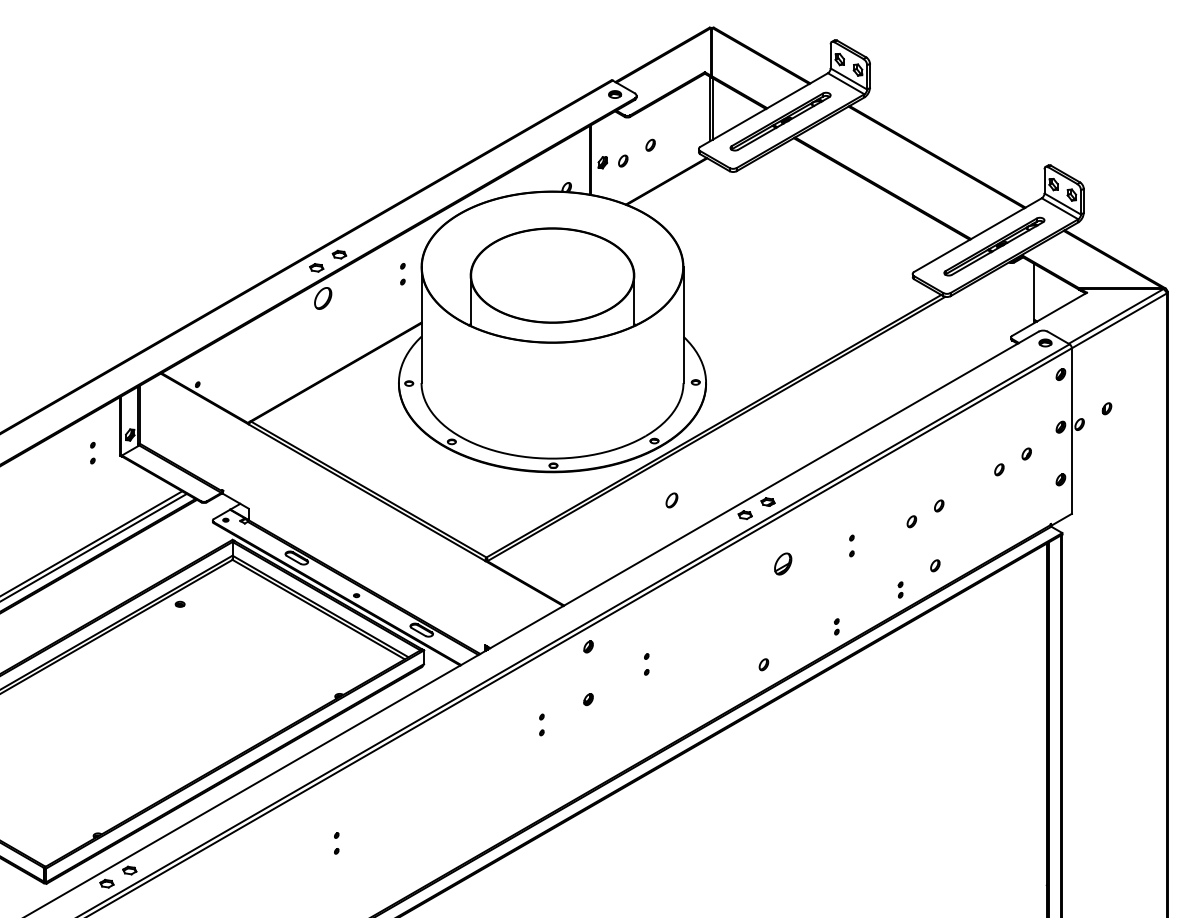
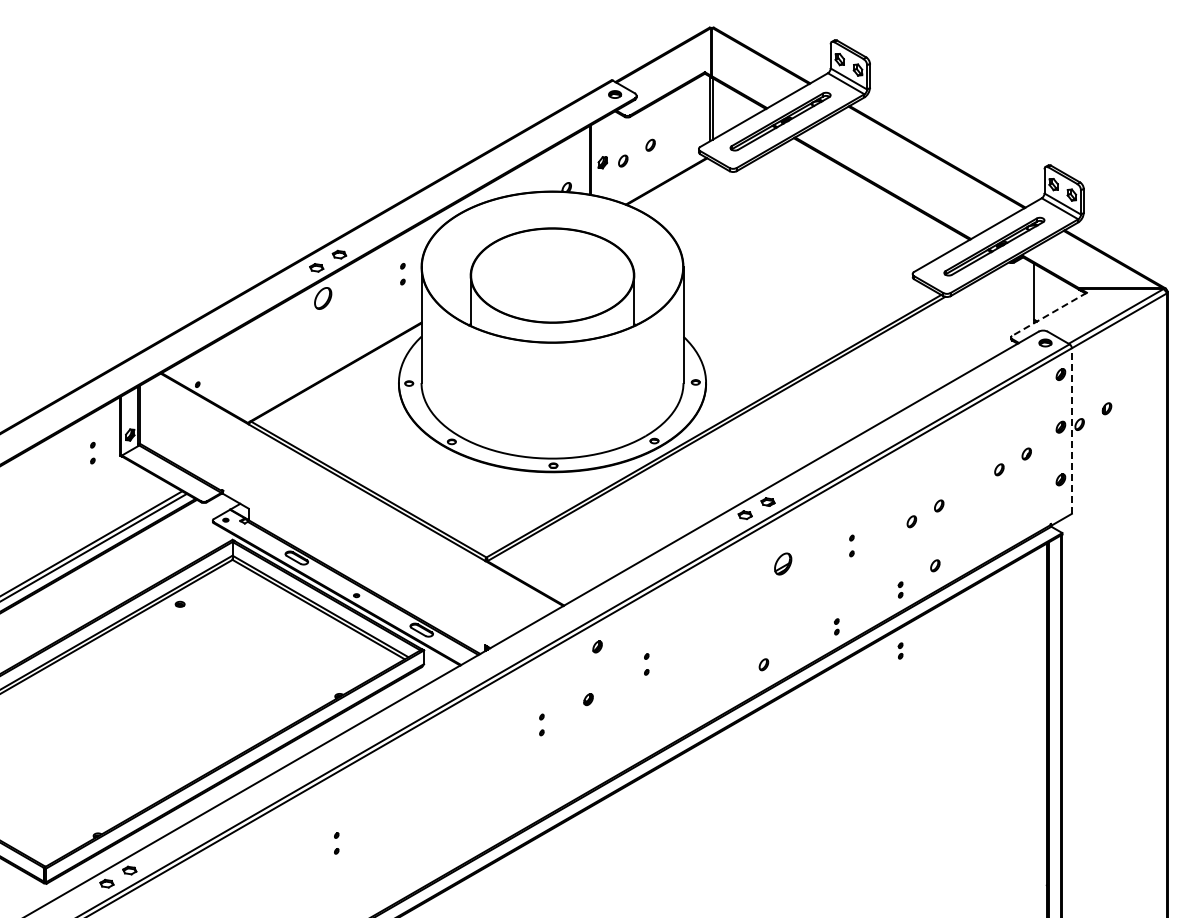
line at (1049, 314): solid -> dashed
line at (1071, 431): solid -> dashed
part at (671, 500): present -> none
part at (588, 646) position: (588, 646) -> (597, 646)
part at (900, 650): none -> present
